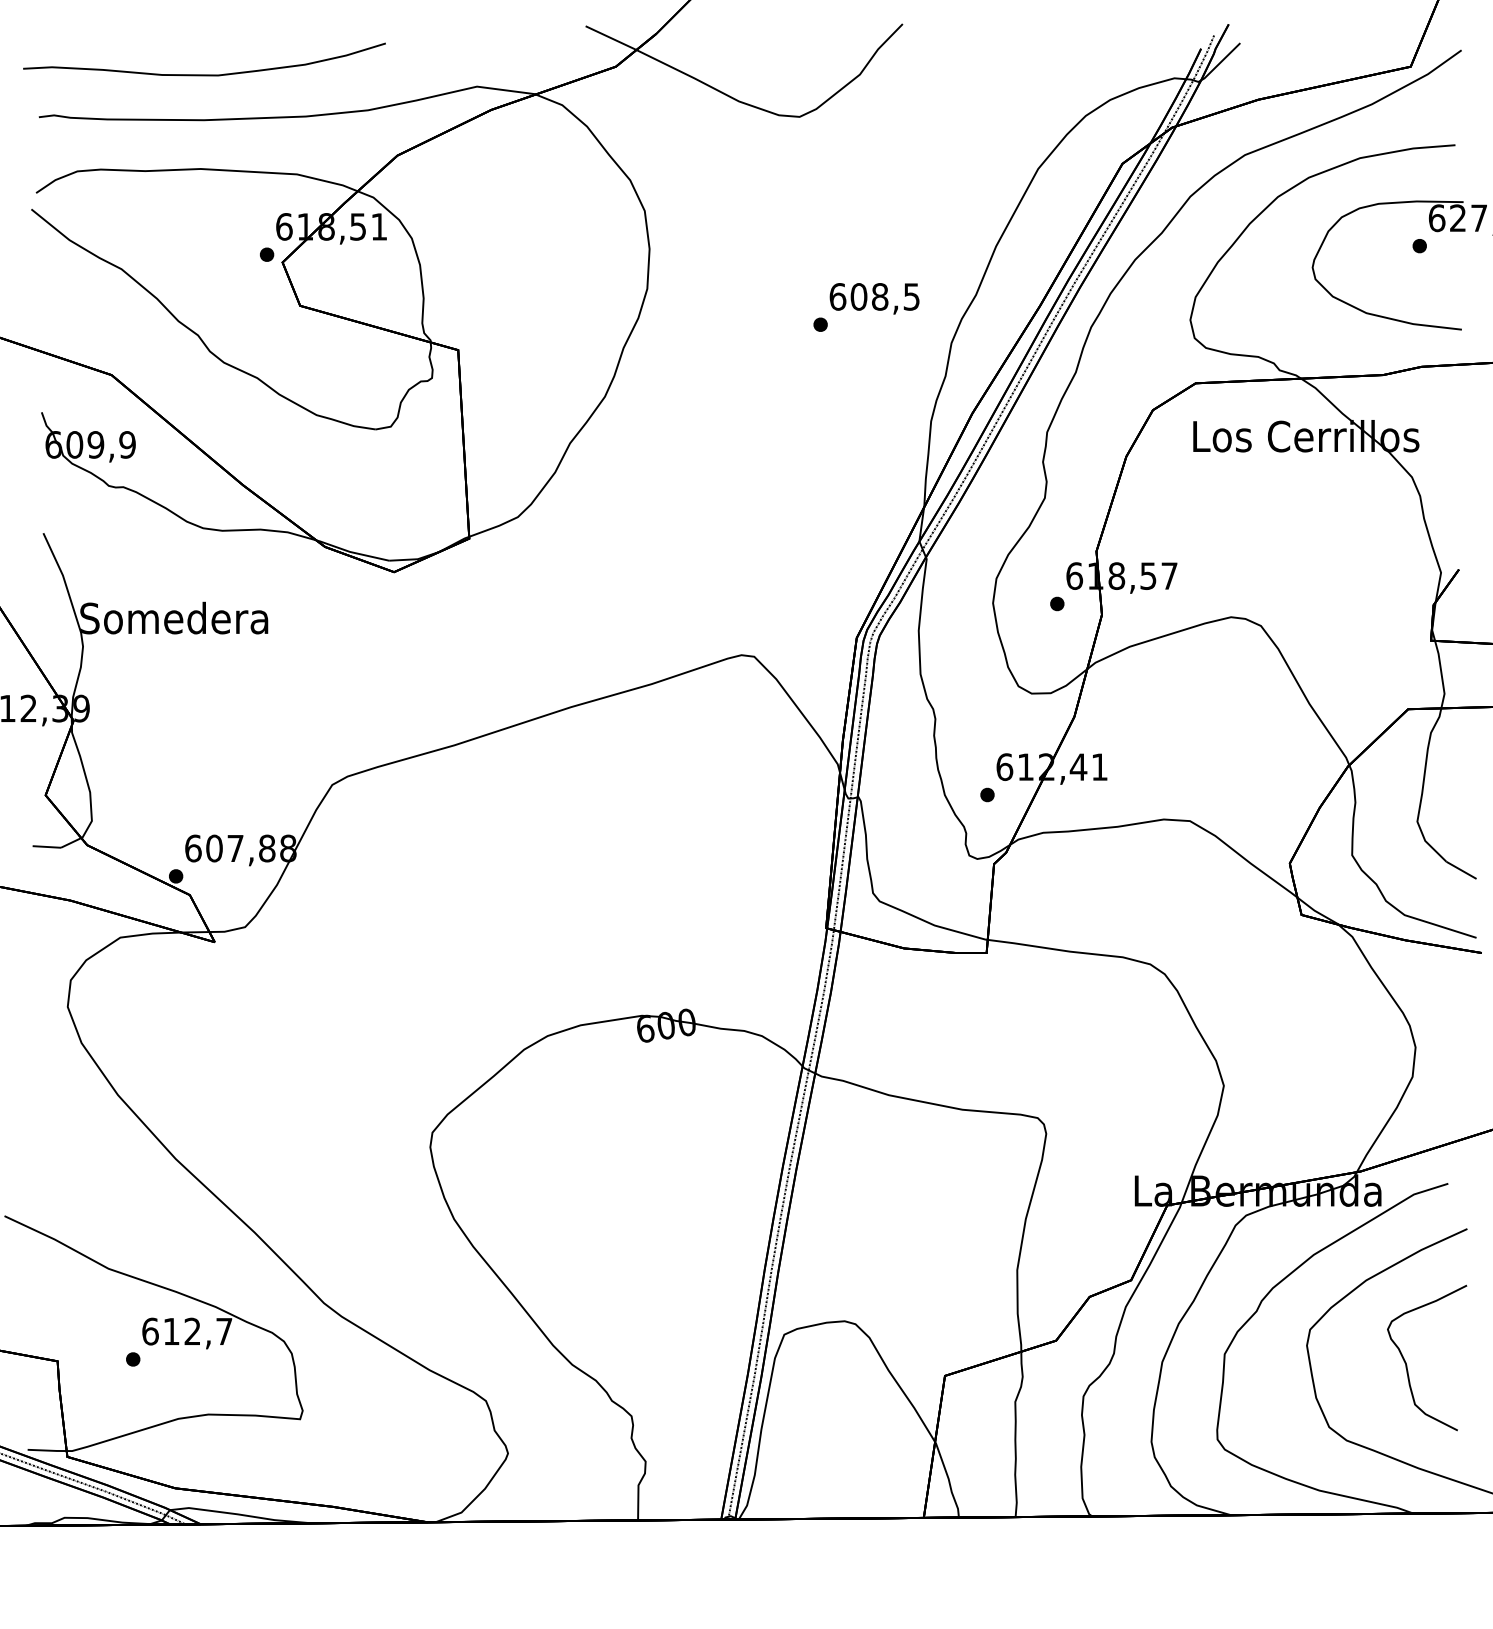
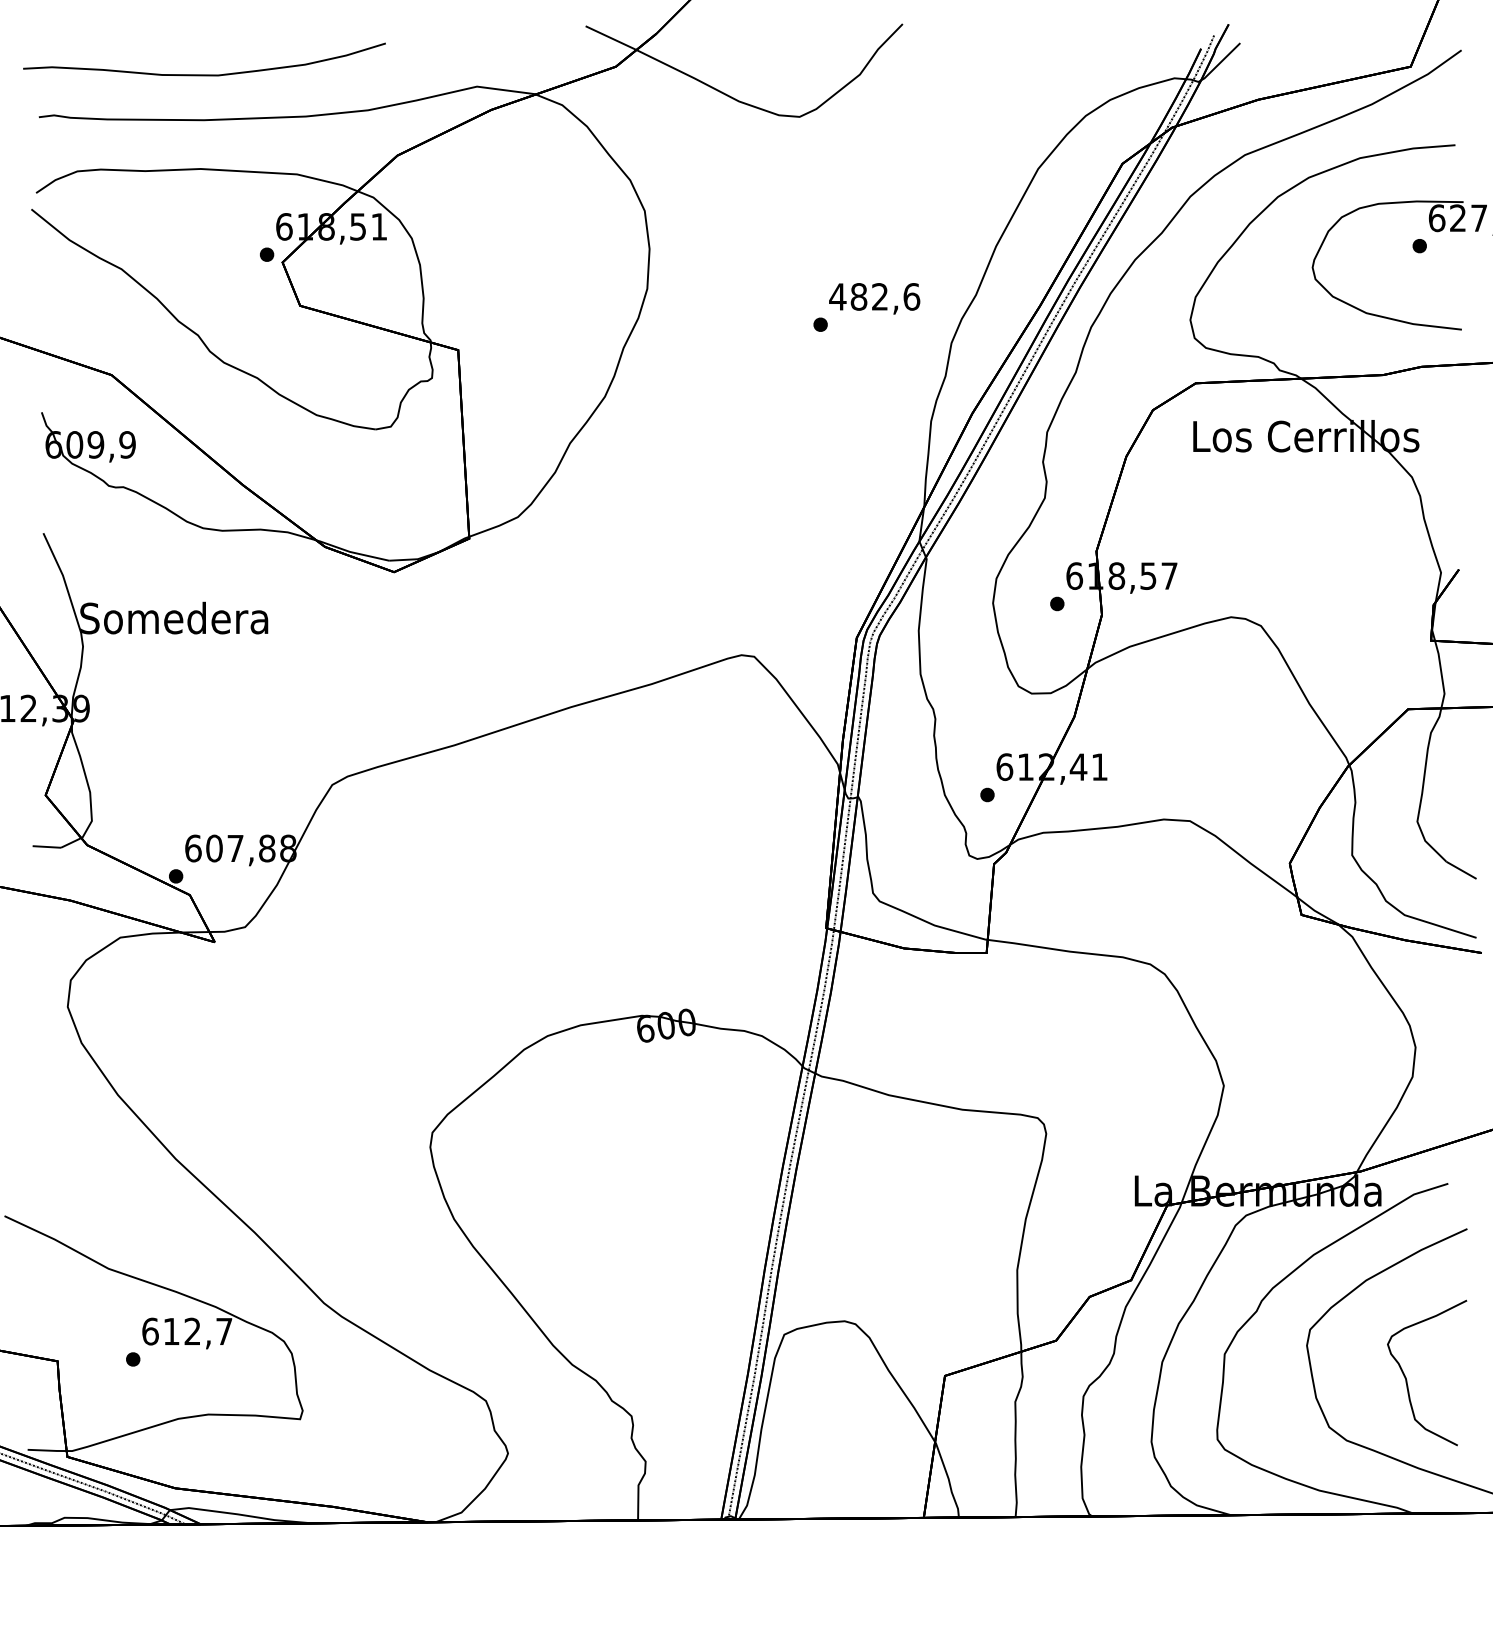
text at (874, 296): 608,5 -> 482,6
curve at (1407, 1365) position: (1407, 1365) -> (1407, 1380)
